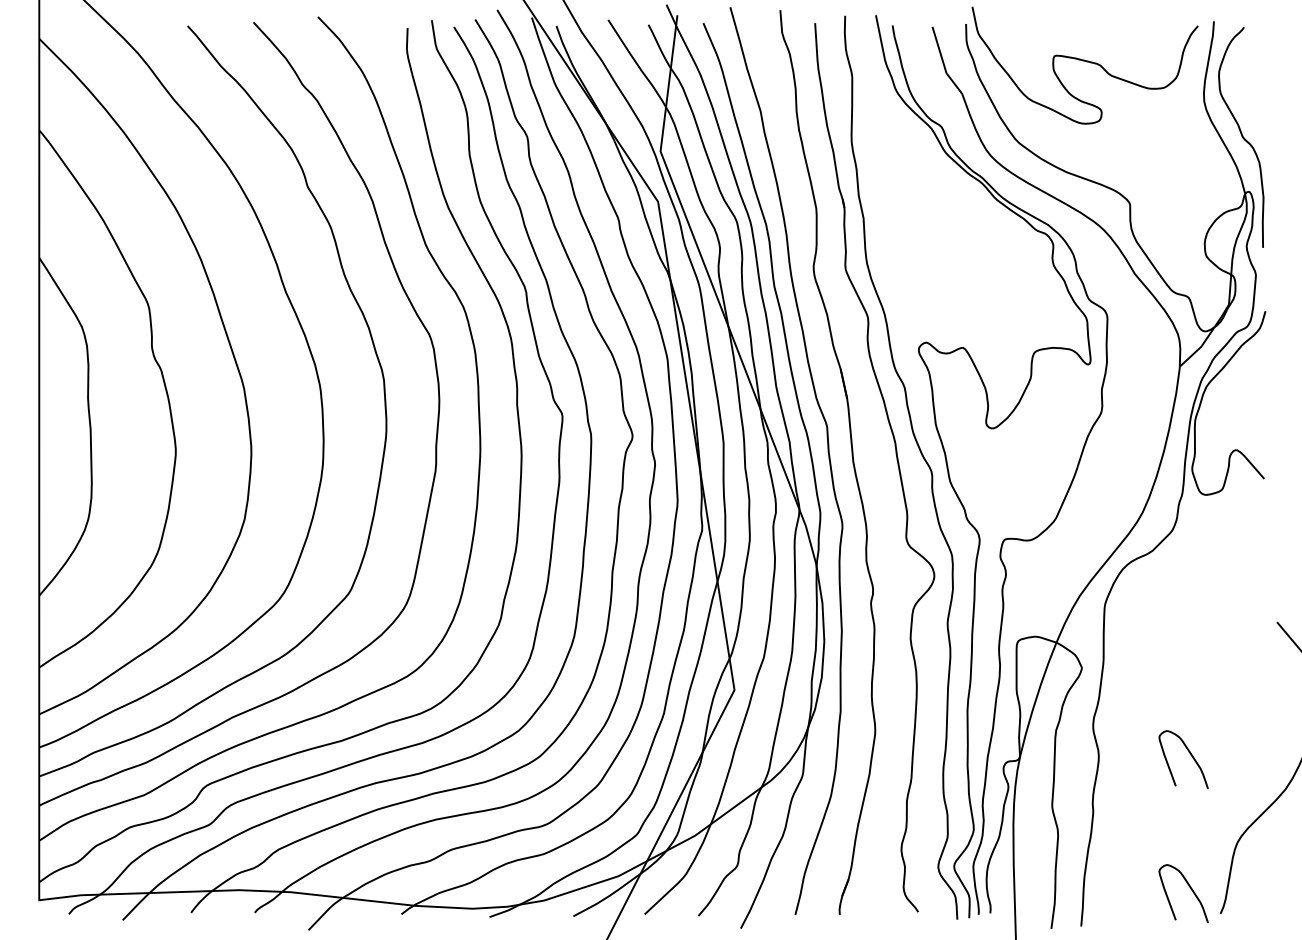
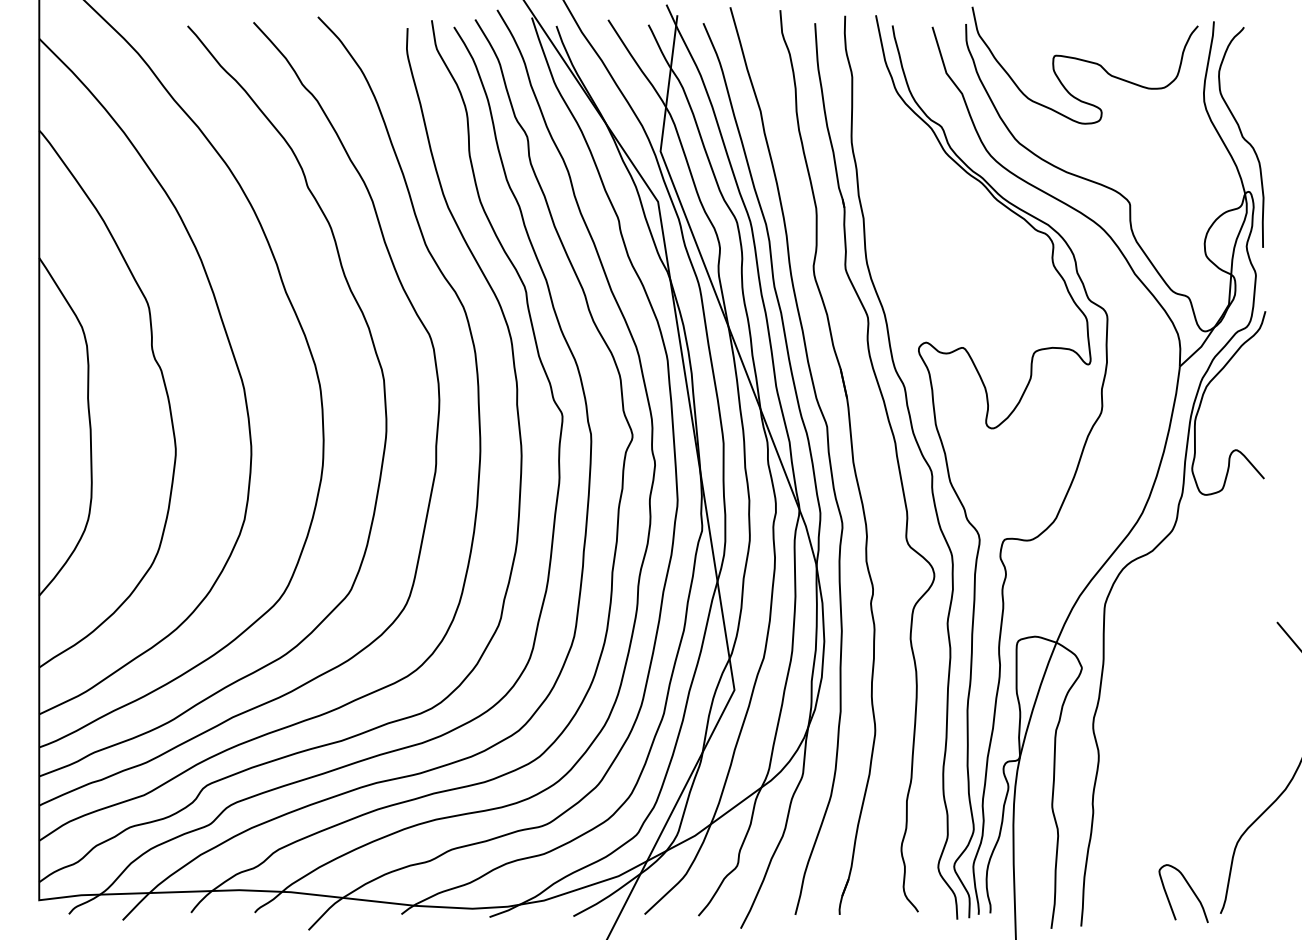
curve at (1190, 755): present -> none
